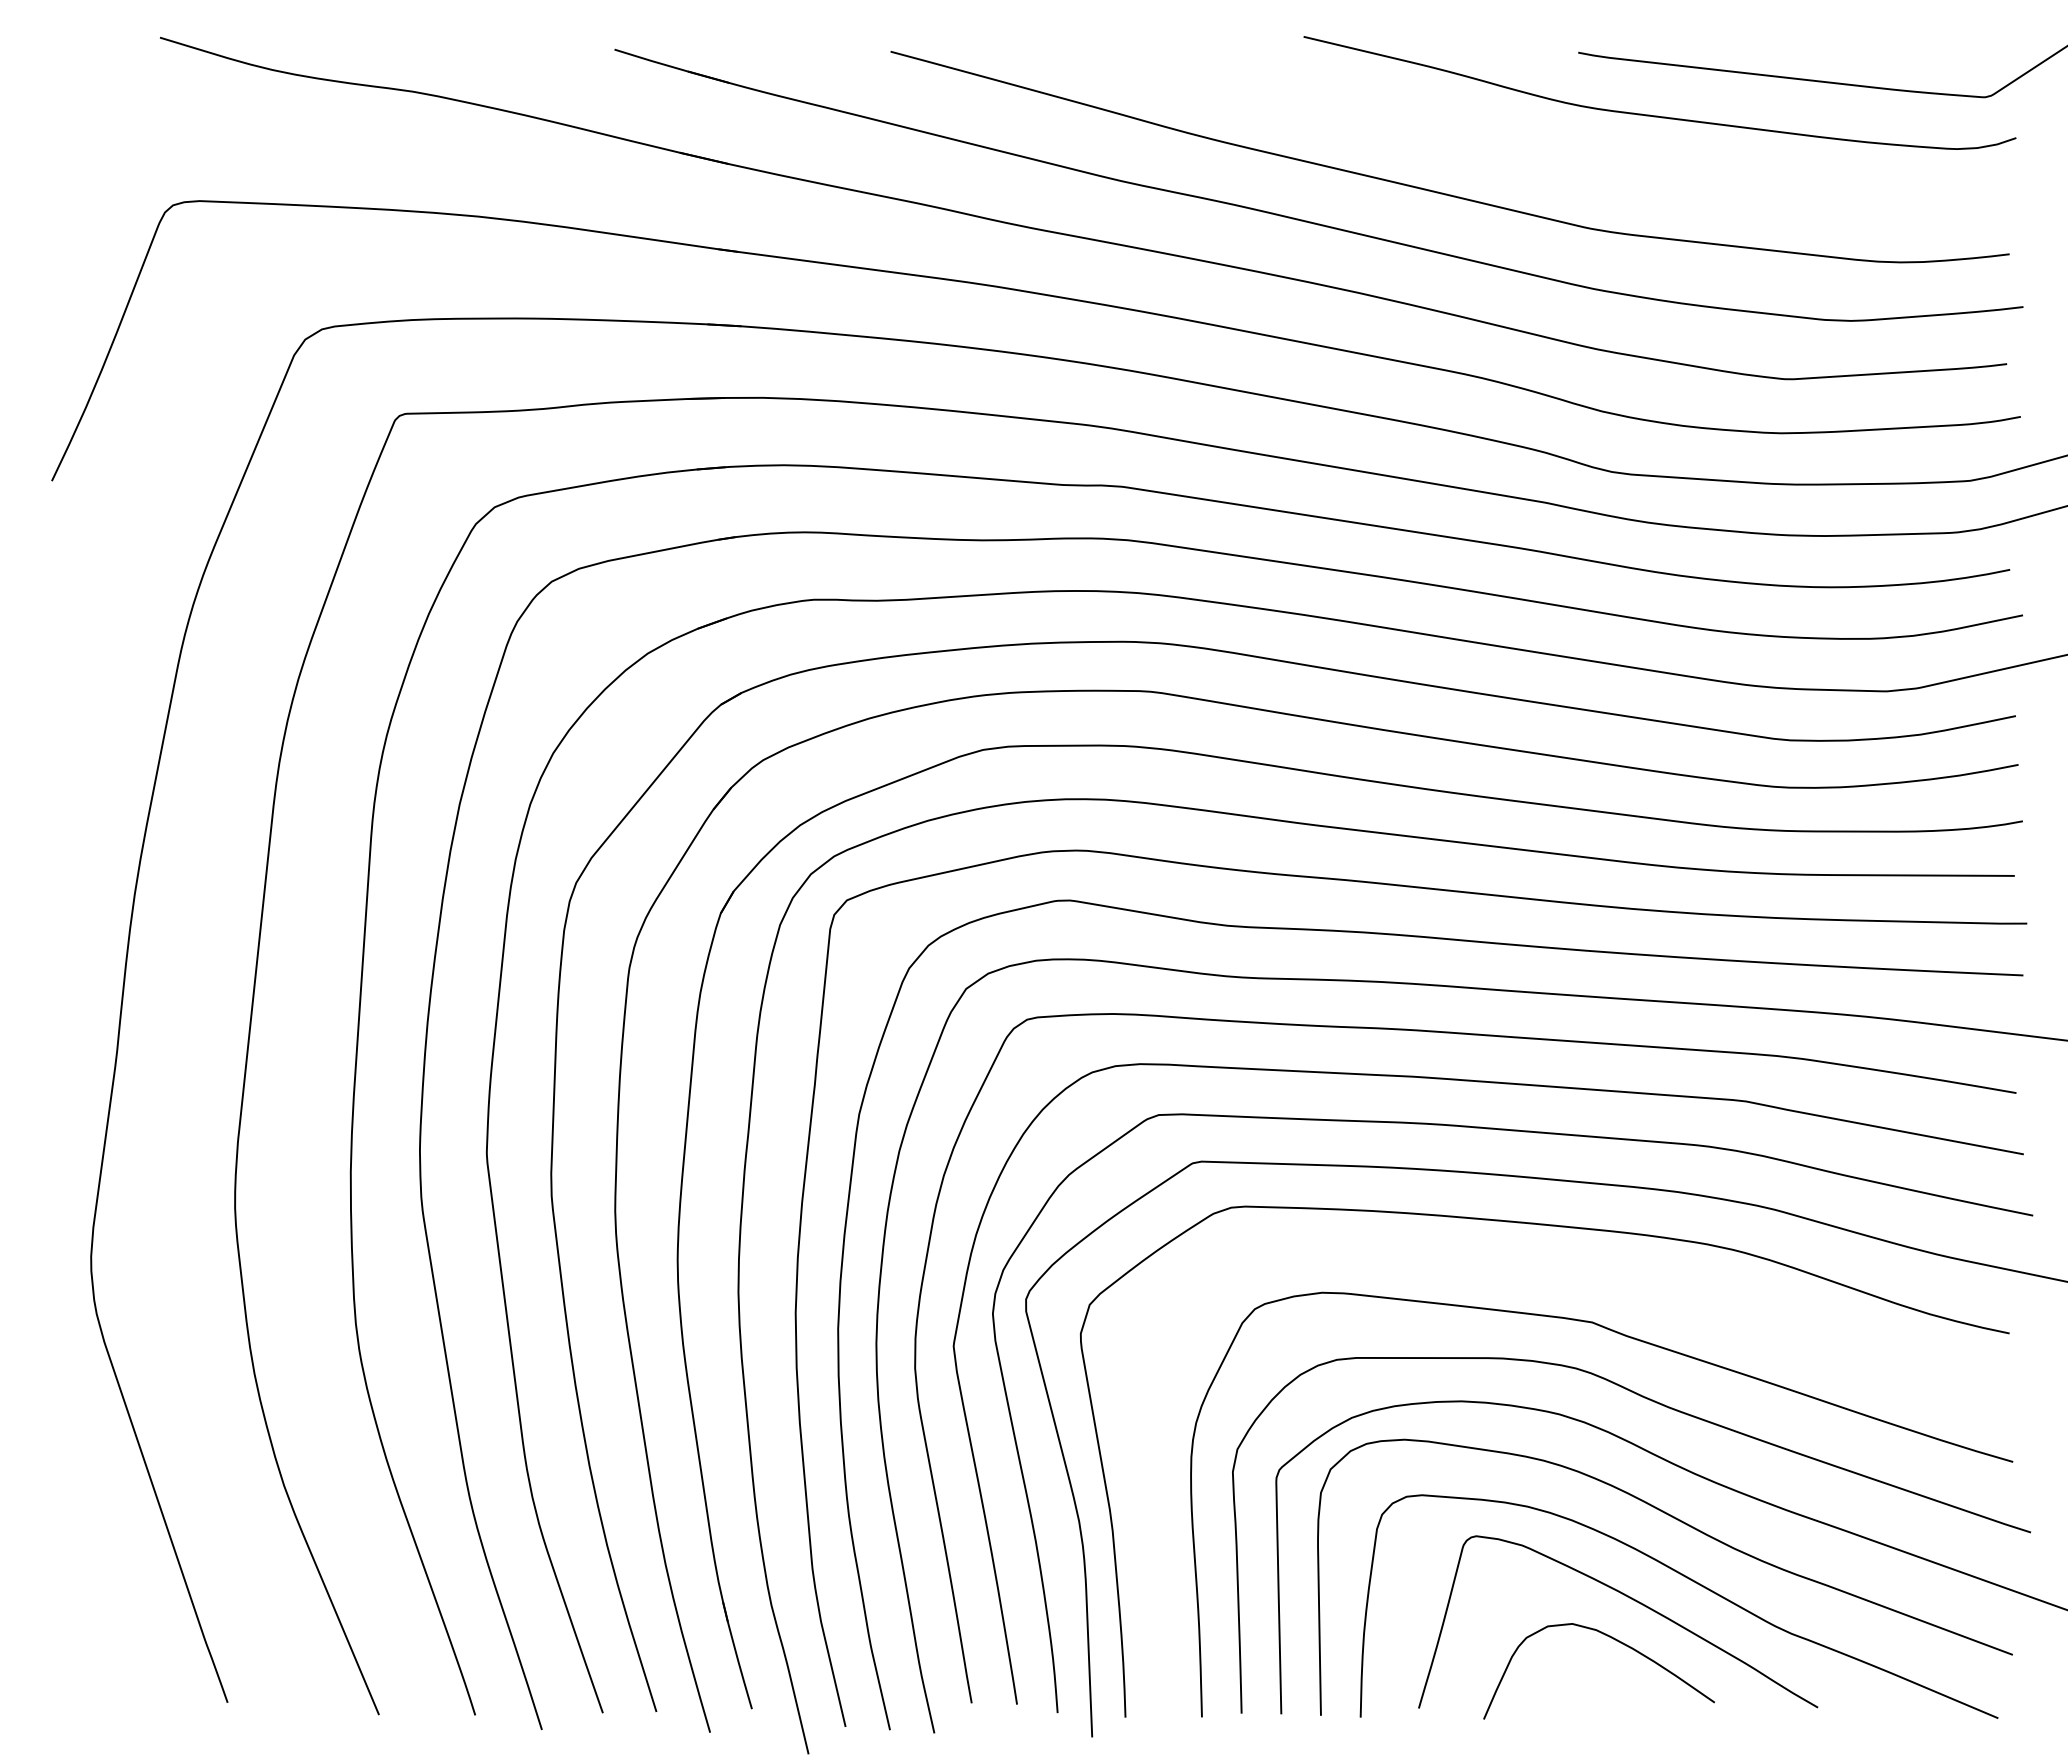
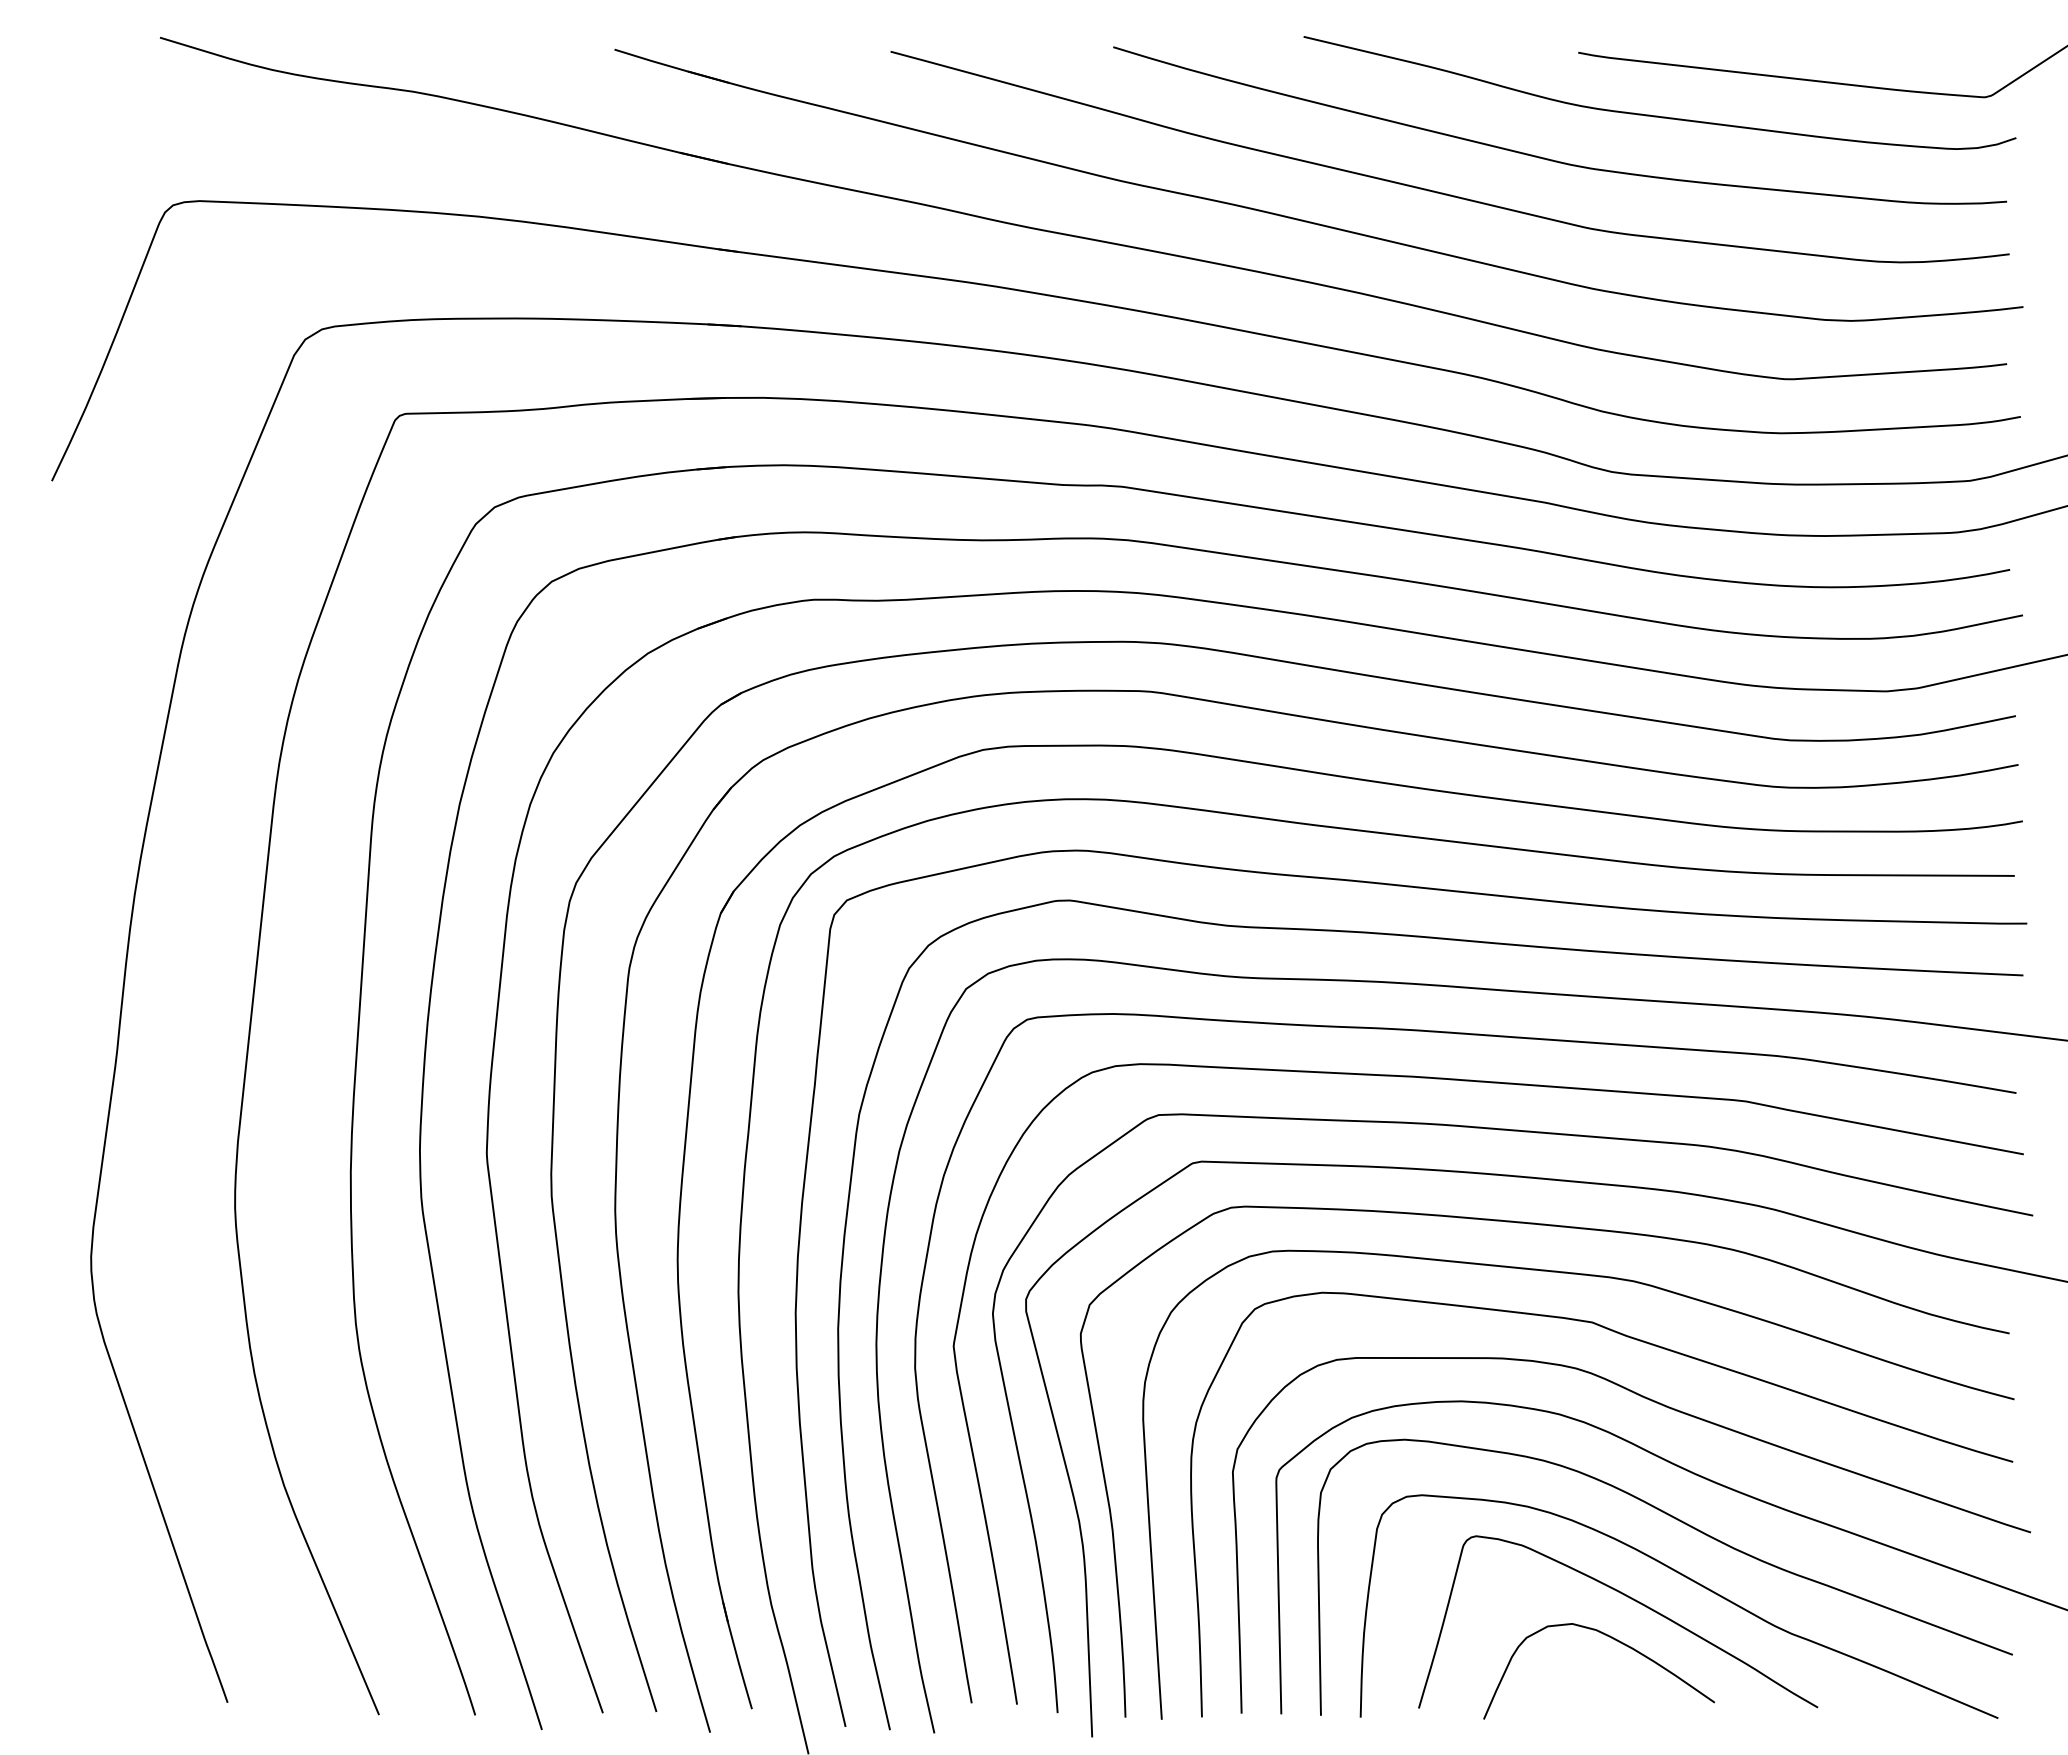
curve at (1553, 159): none -> present
curve at (1599, 1277): none -> present
